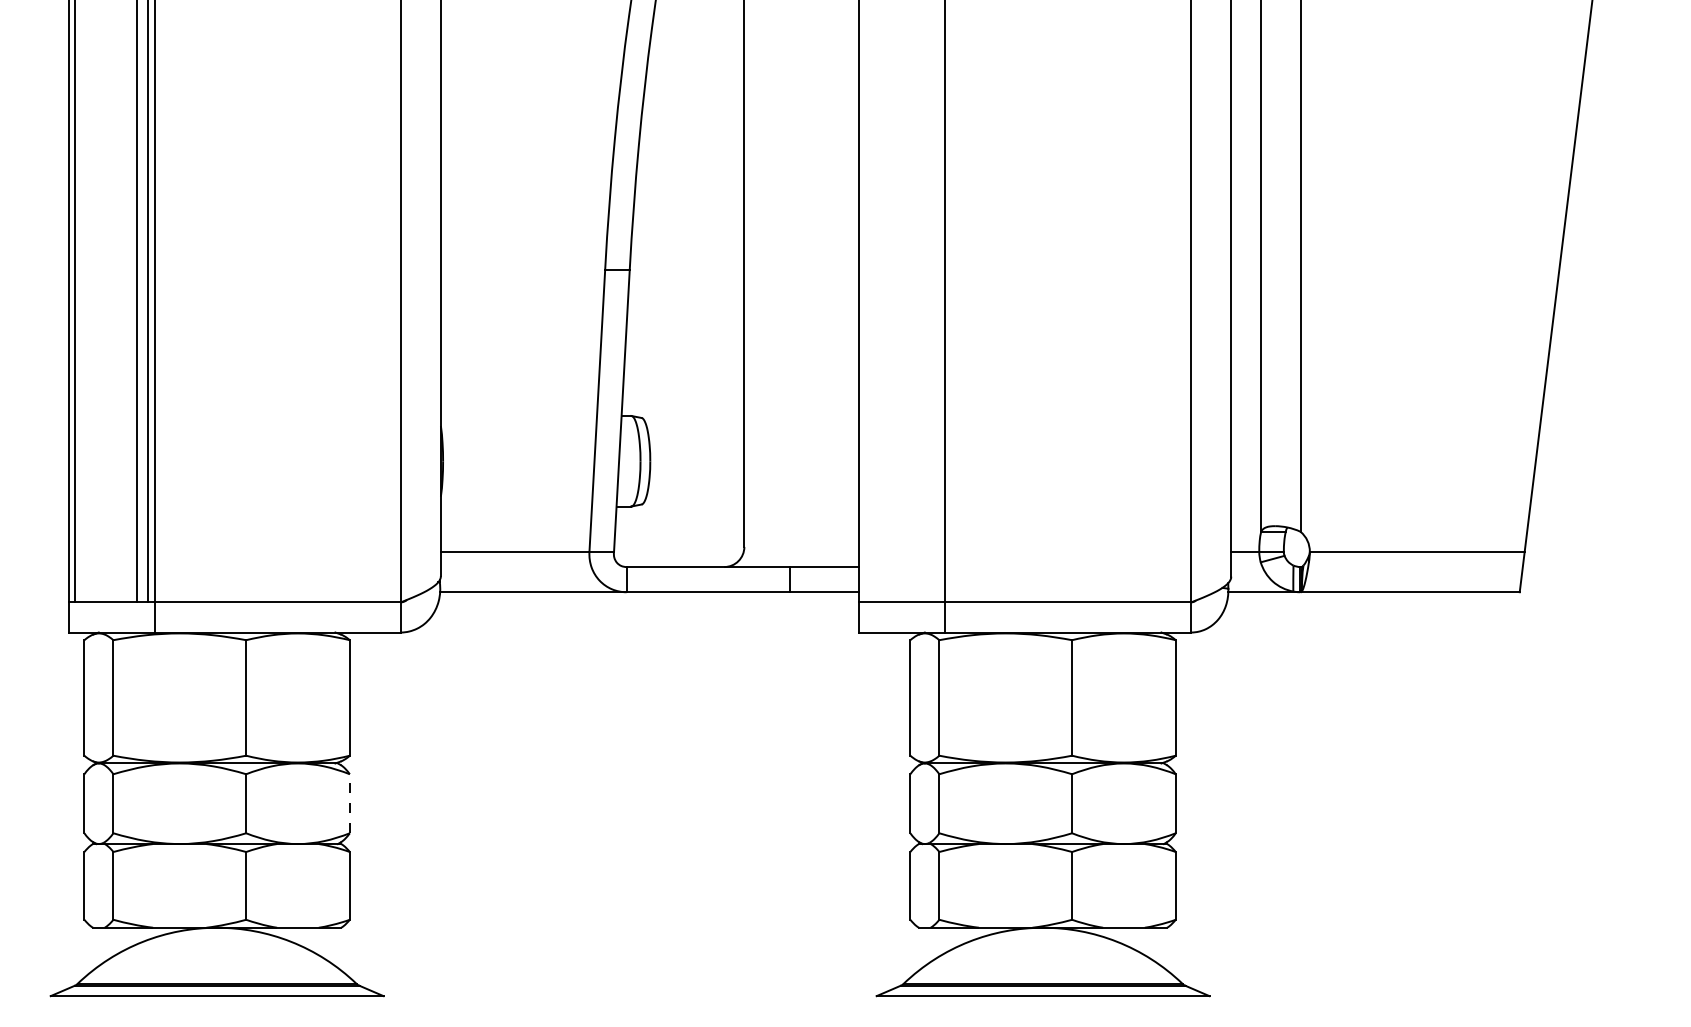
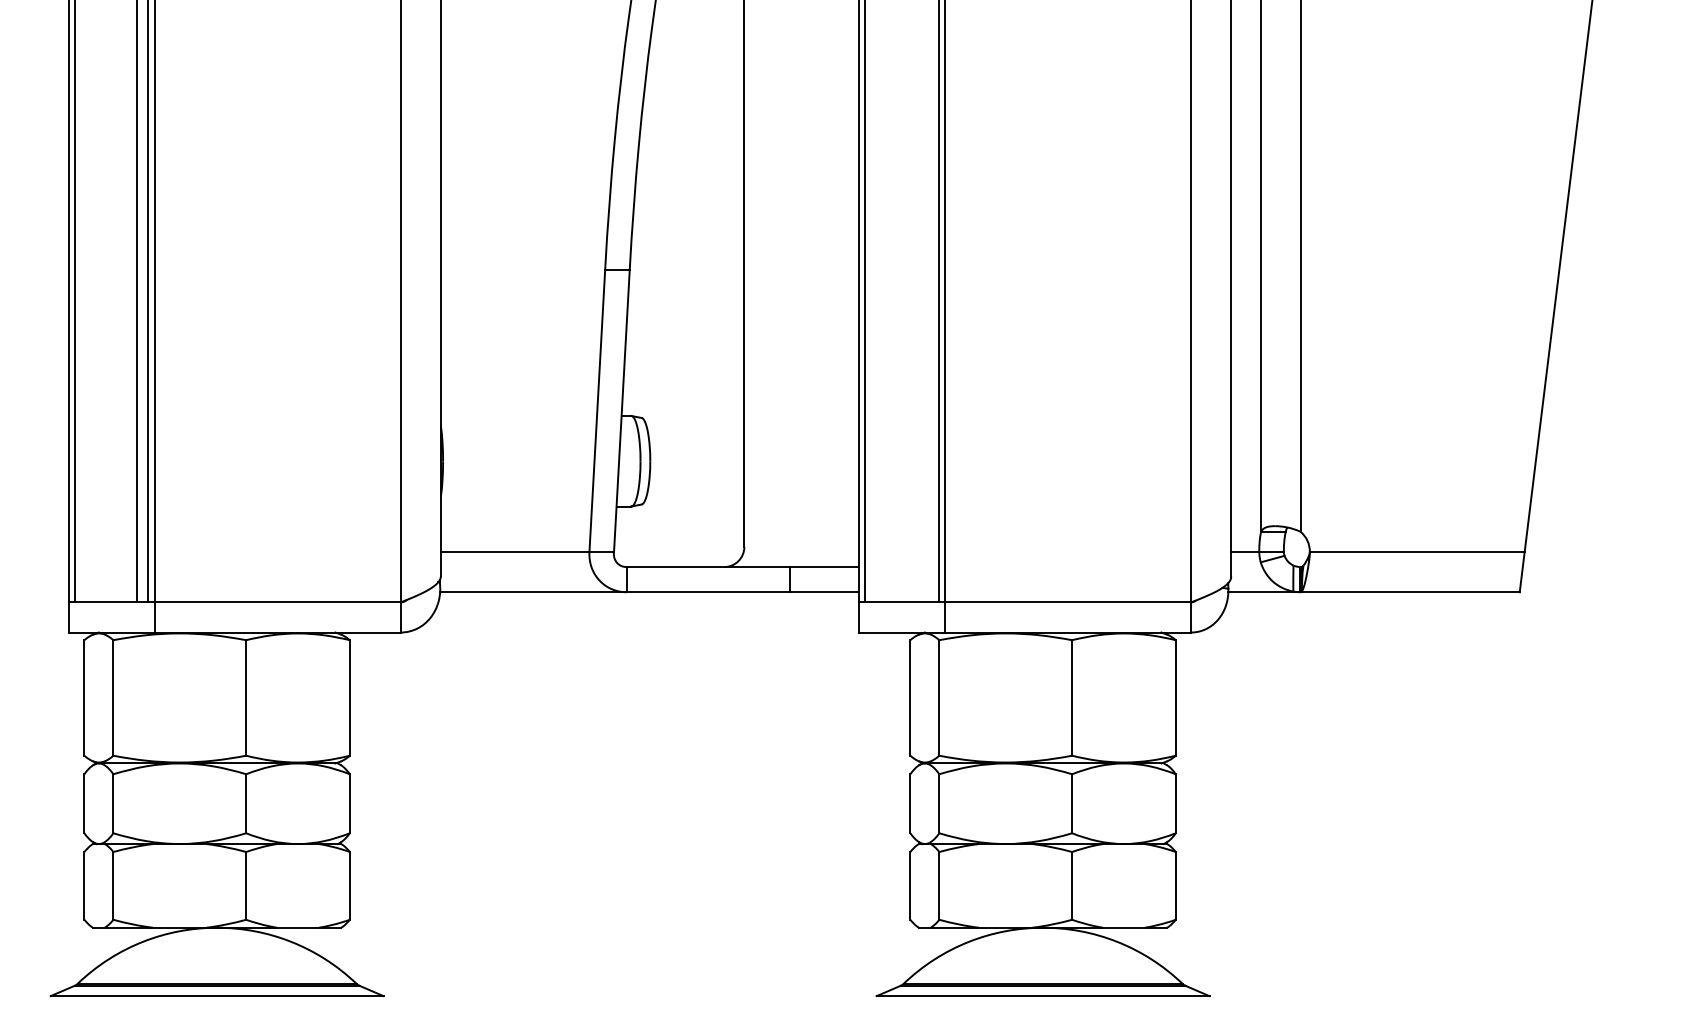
line at (865, 302): none -> present
line at (938, 302): none -> present
line at (349, 803): dashed -> solid
